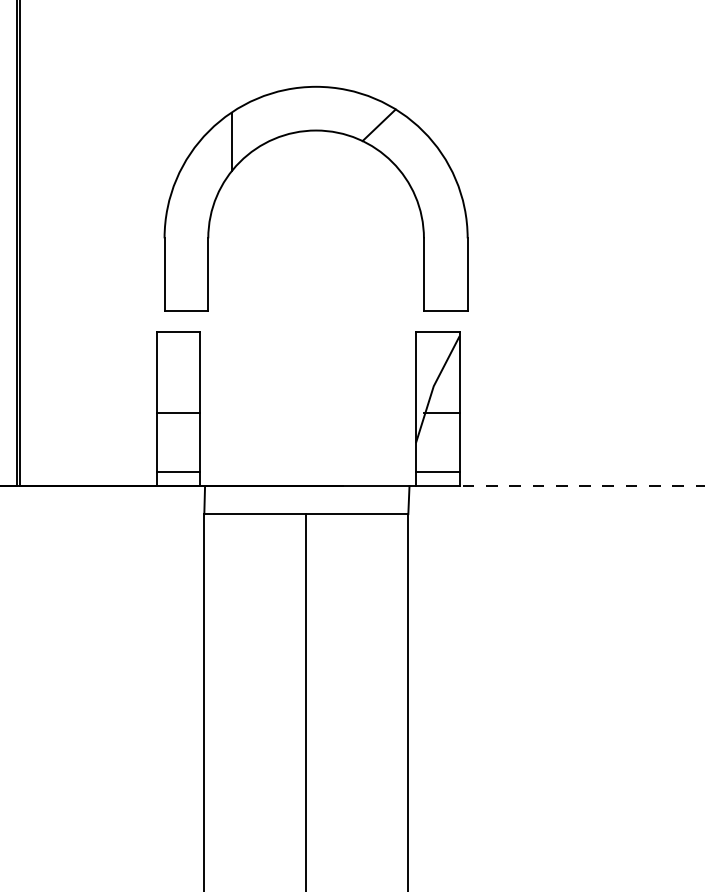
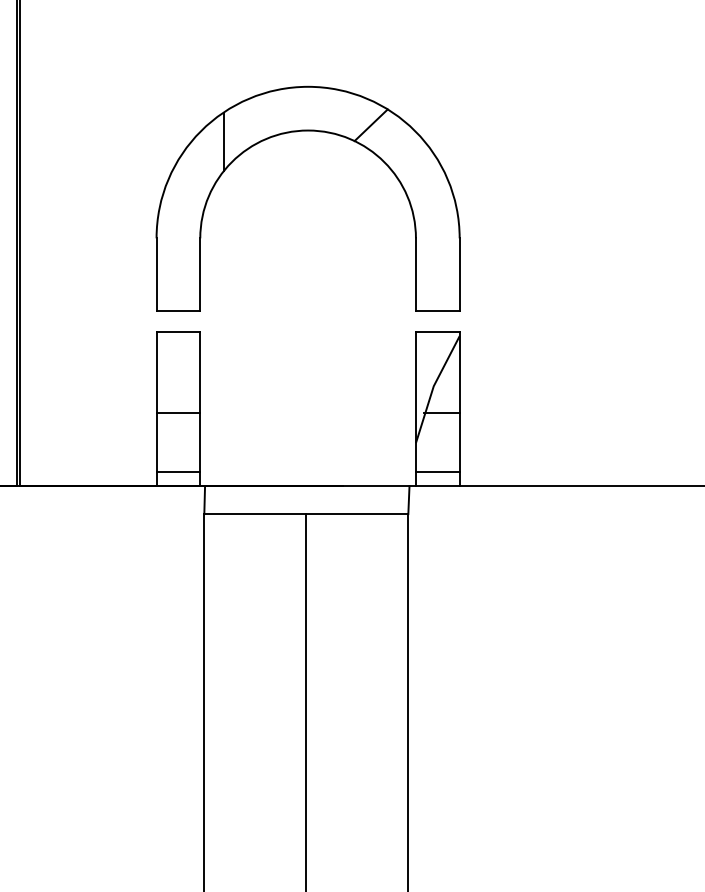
part at (304, 132) position: (304, 132) -> (296, 132)
line at (581, 486): dashed -> solid
